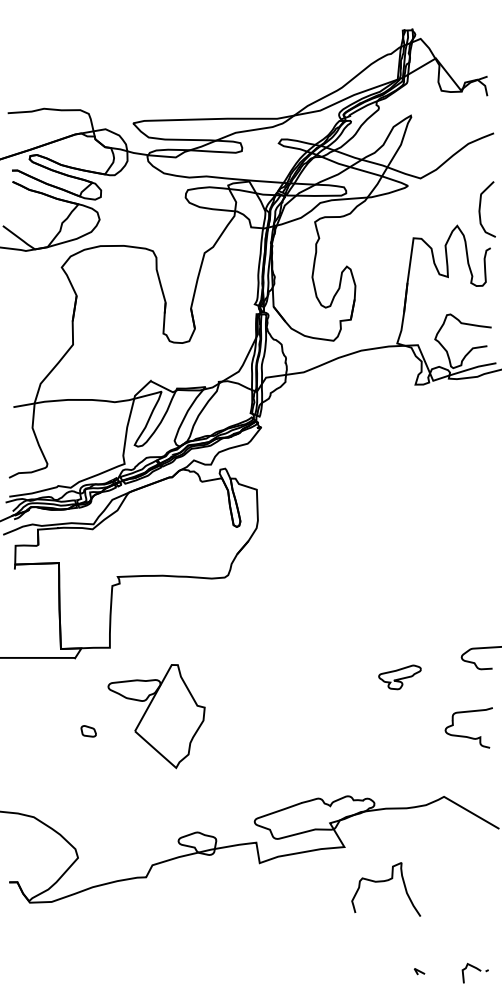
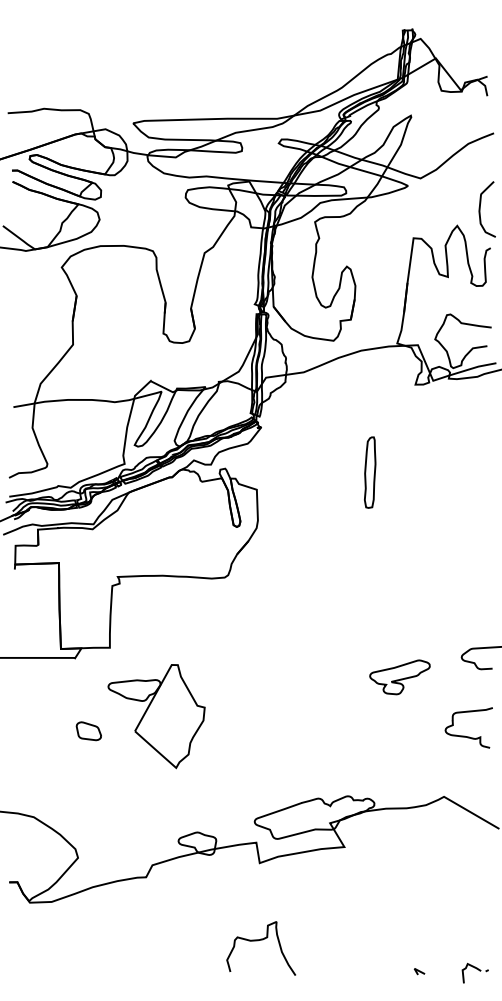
part at (370, 472): none -> present
part at (399, 677) size: 44x27 px -> 62x37 px
part at (88, 731) size: 17x13 px -> 27x21 px
curve at (383, 882) position: (383, 882) -> (258, 941)
